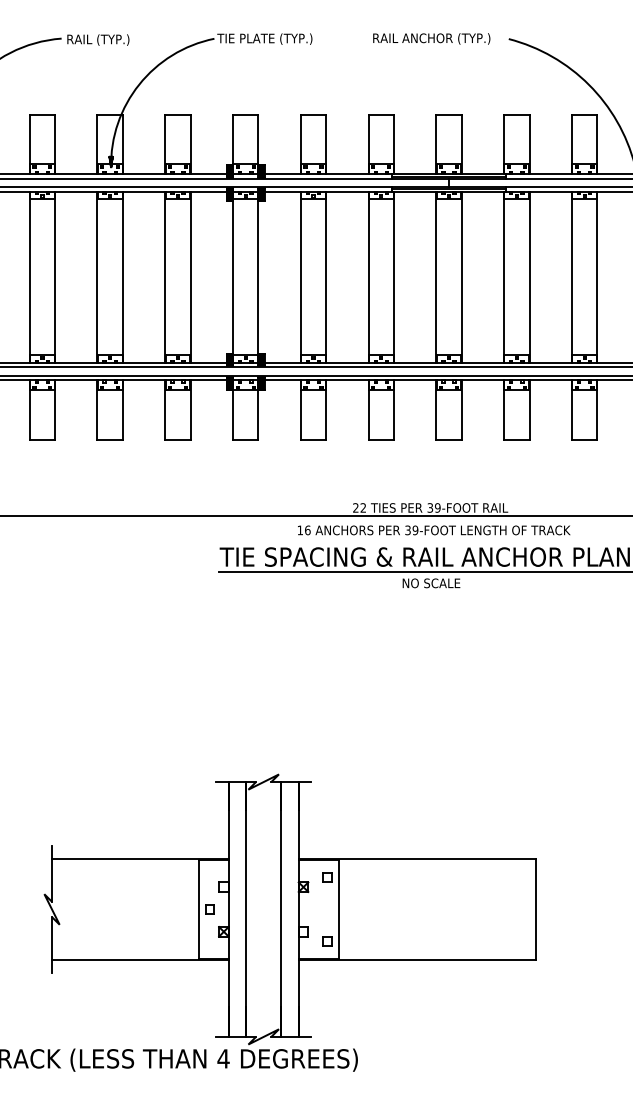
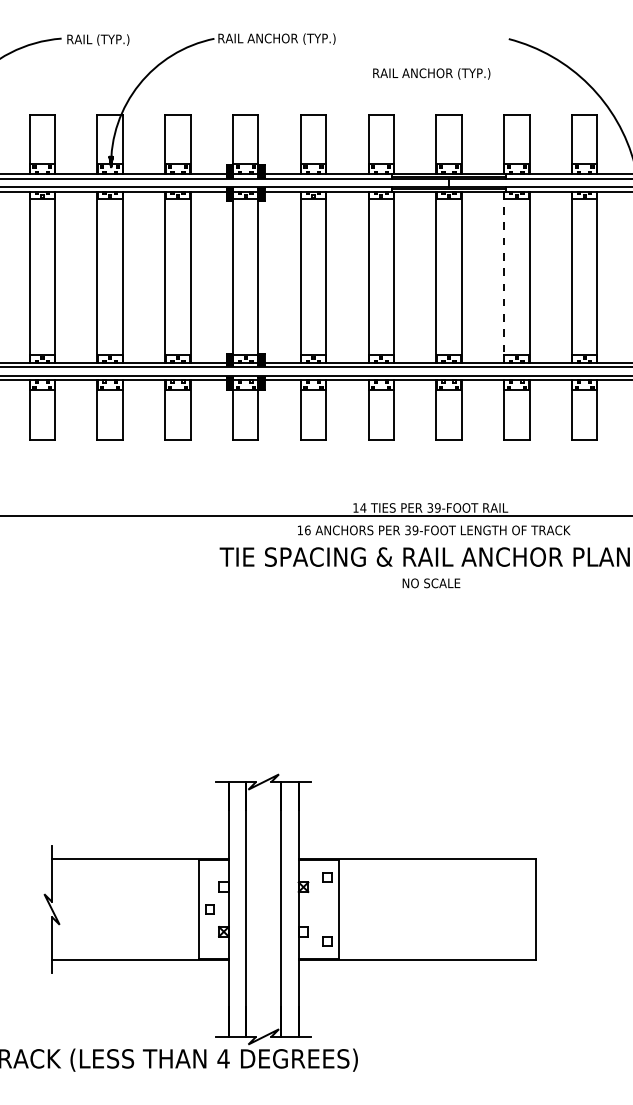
text at (276, 38): TIE PLATE (TYP.) -> RAIL ANCHOR (TYP.)
text at (431, 38) position: (431, 38) -> (431, 73)
line at (504, 277): solid -> dashed
text at (359, 507): 22 -> 14
line at (423, 572): present -> none
